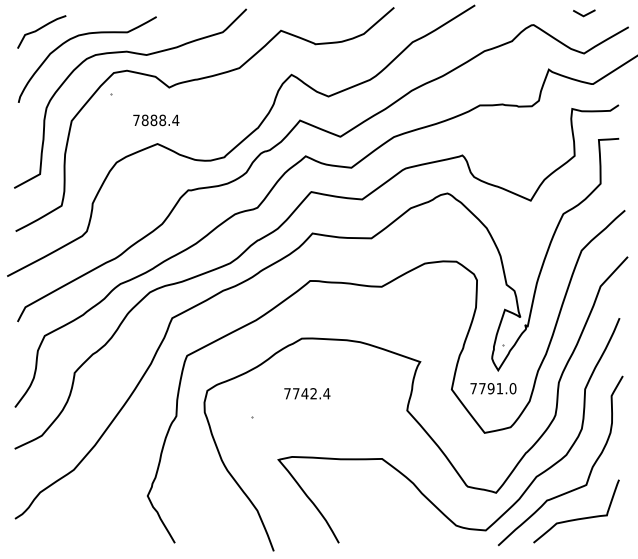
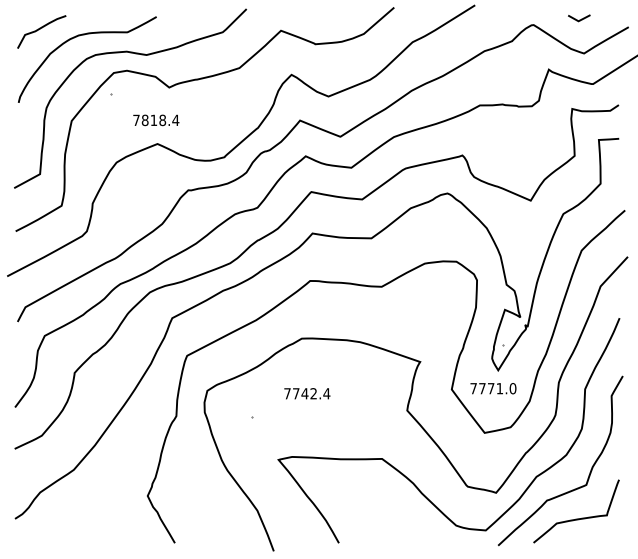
line at (584, 14) position: (584, 14) -> (579, 19)
text at (153, 120): 7888.4 -> 7818.4
text at (490, 388): 7791.0 -> 7771.0
